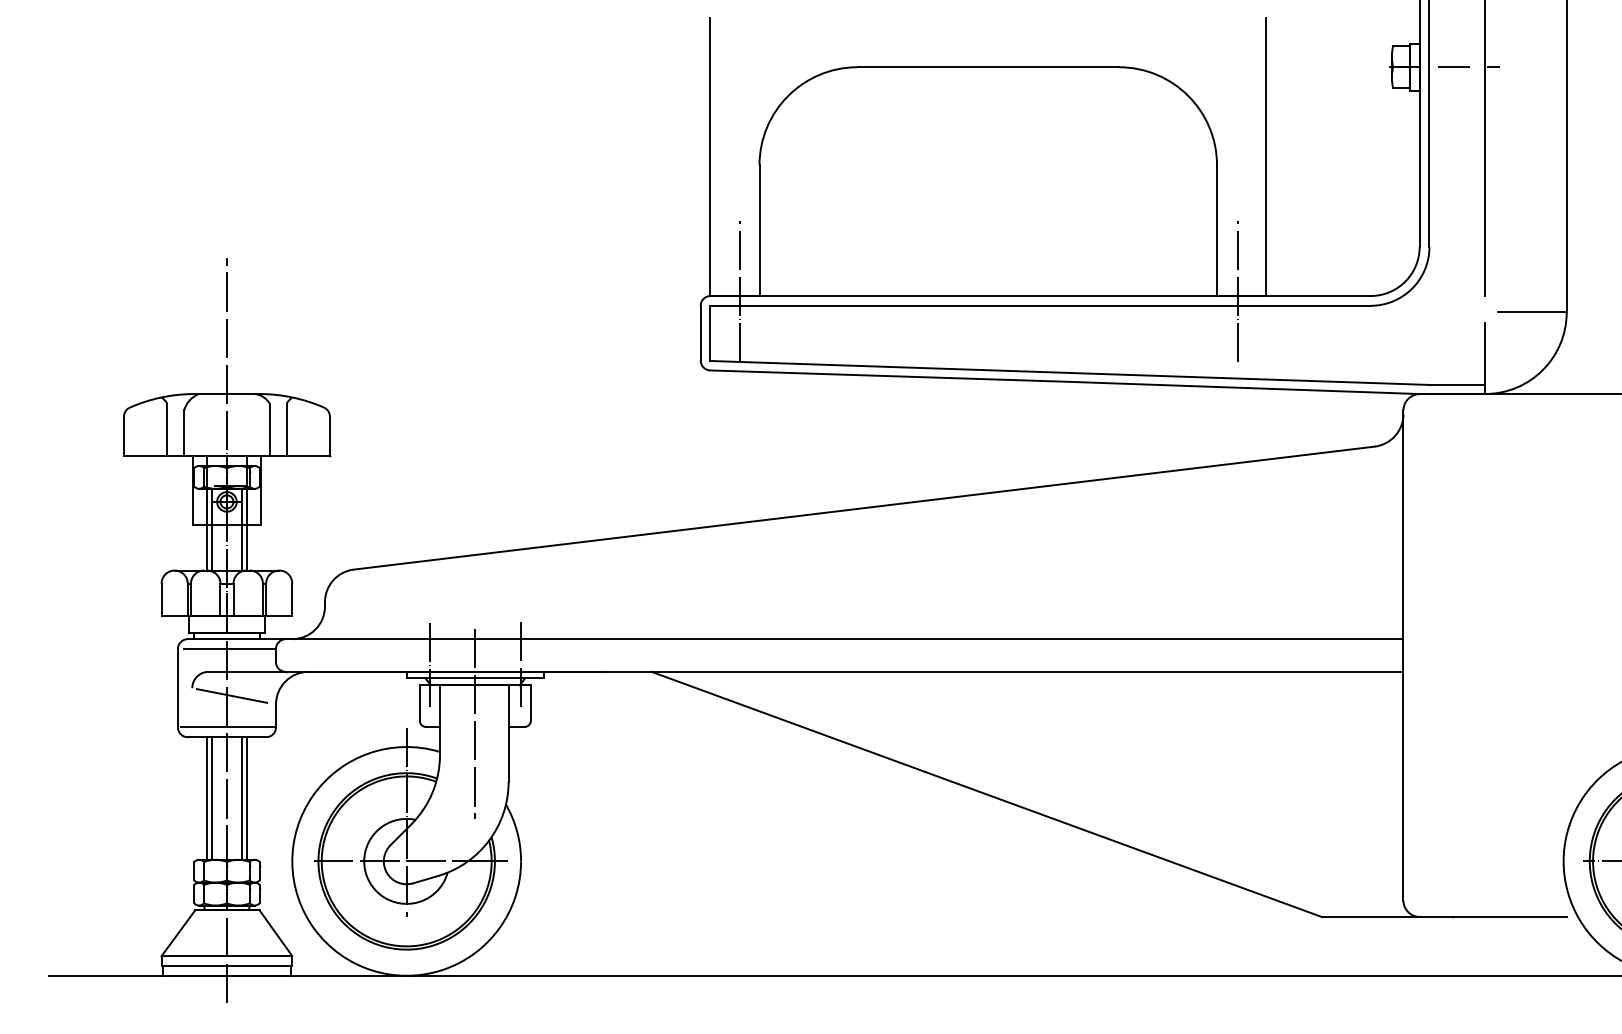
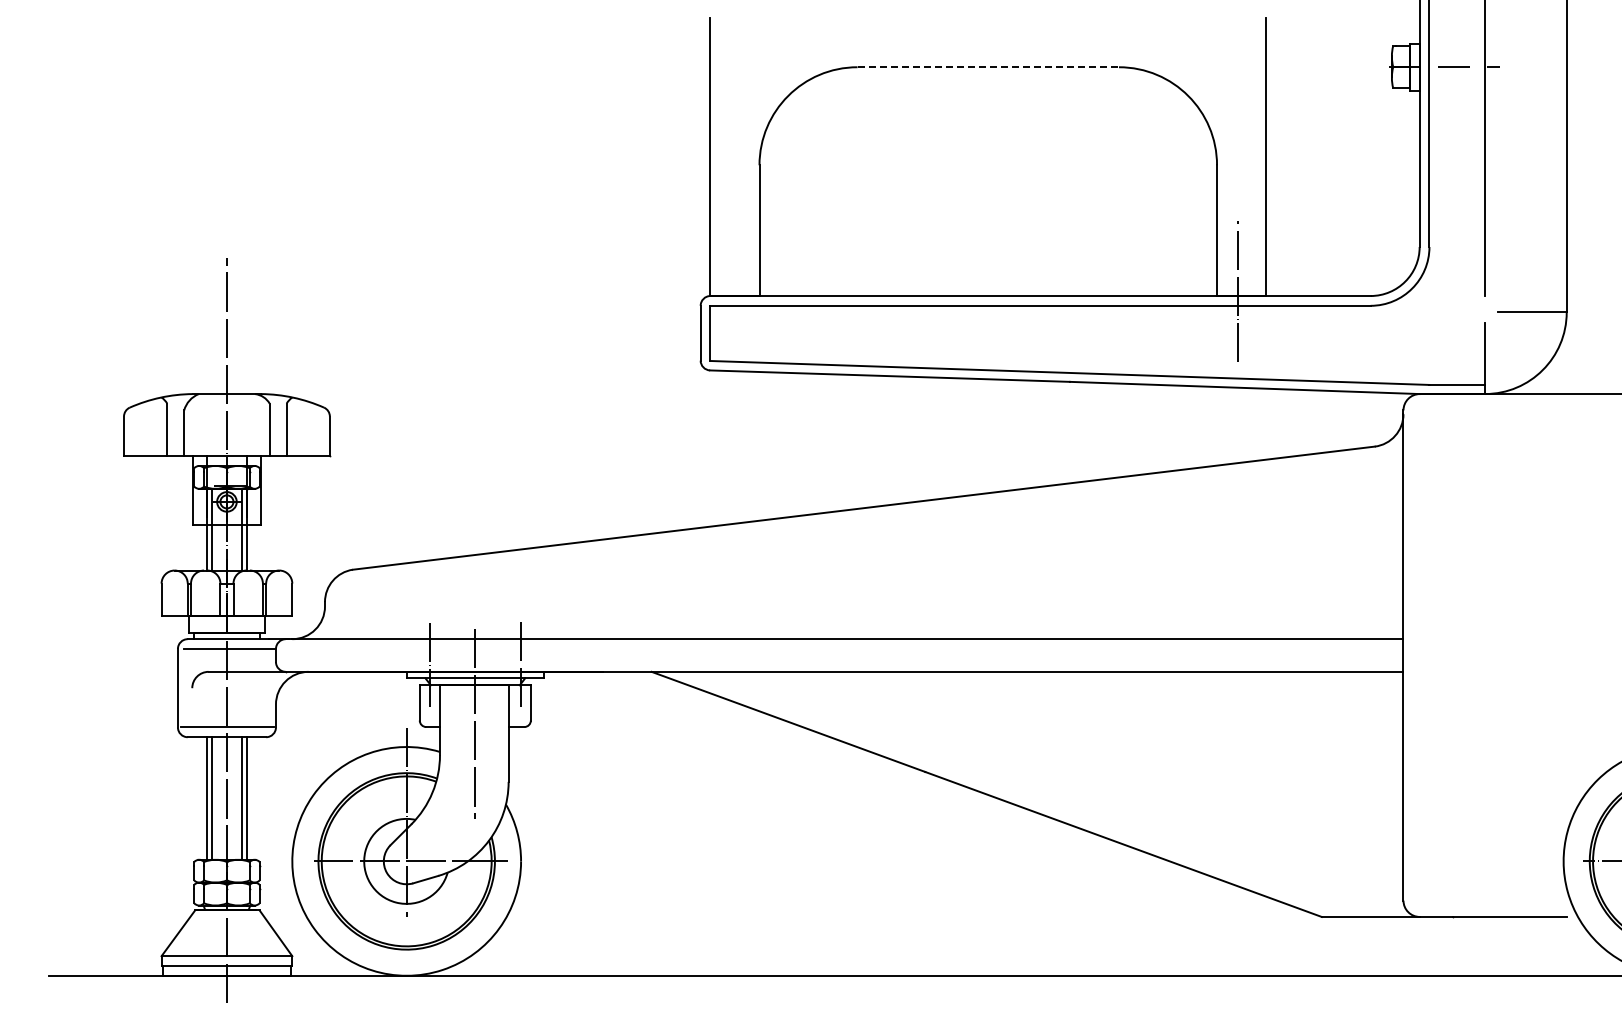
line at (988, 67): solid -> dashed
line at (739, 291): present -> none
line at (231, 695): present -> none
